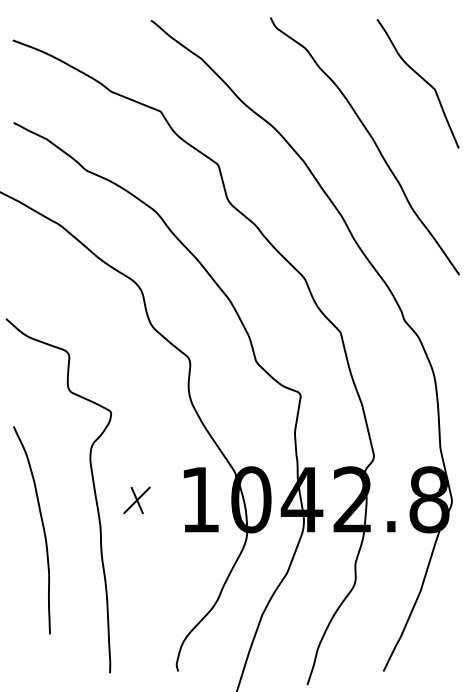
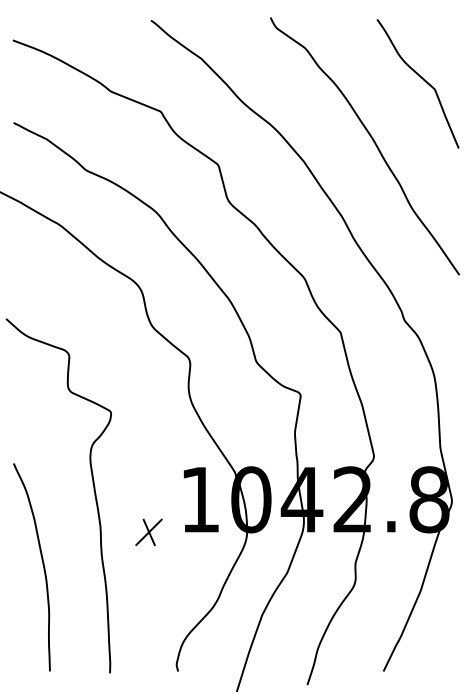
part at (136, 500) position: (136, 500) -> (148, 532)
curve at (42, 527) position: (42, 527) -> (42, 564)
